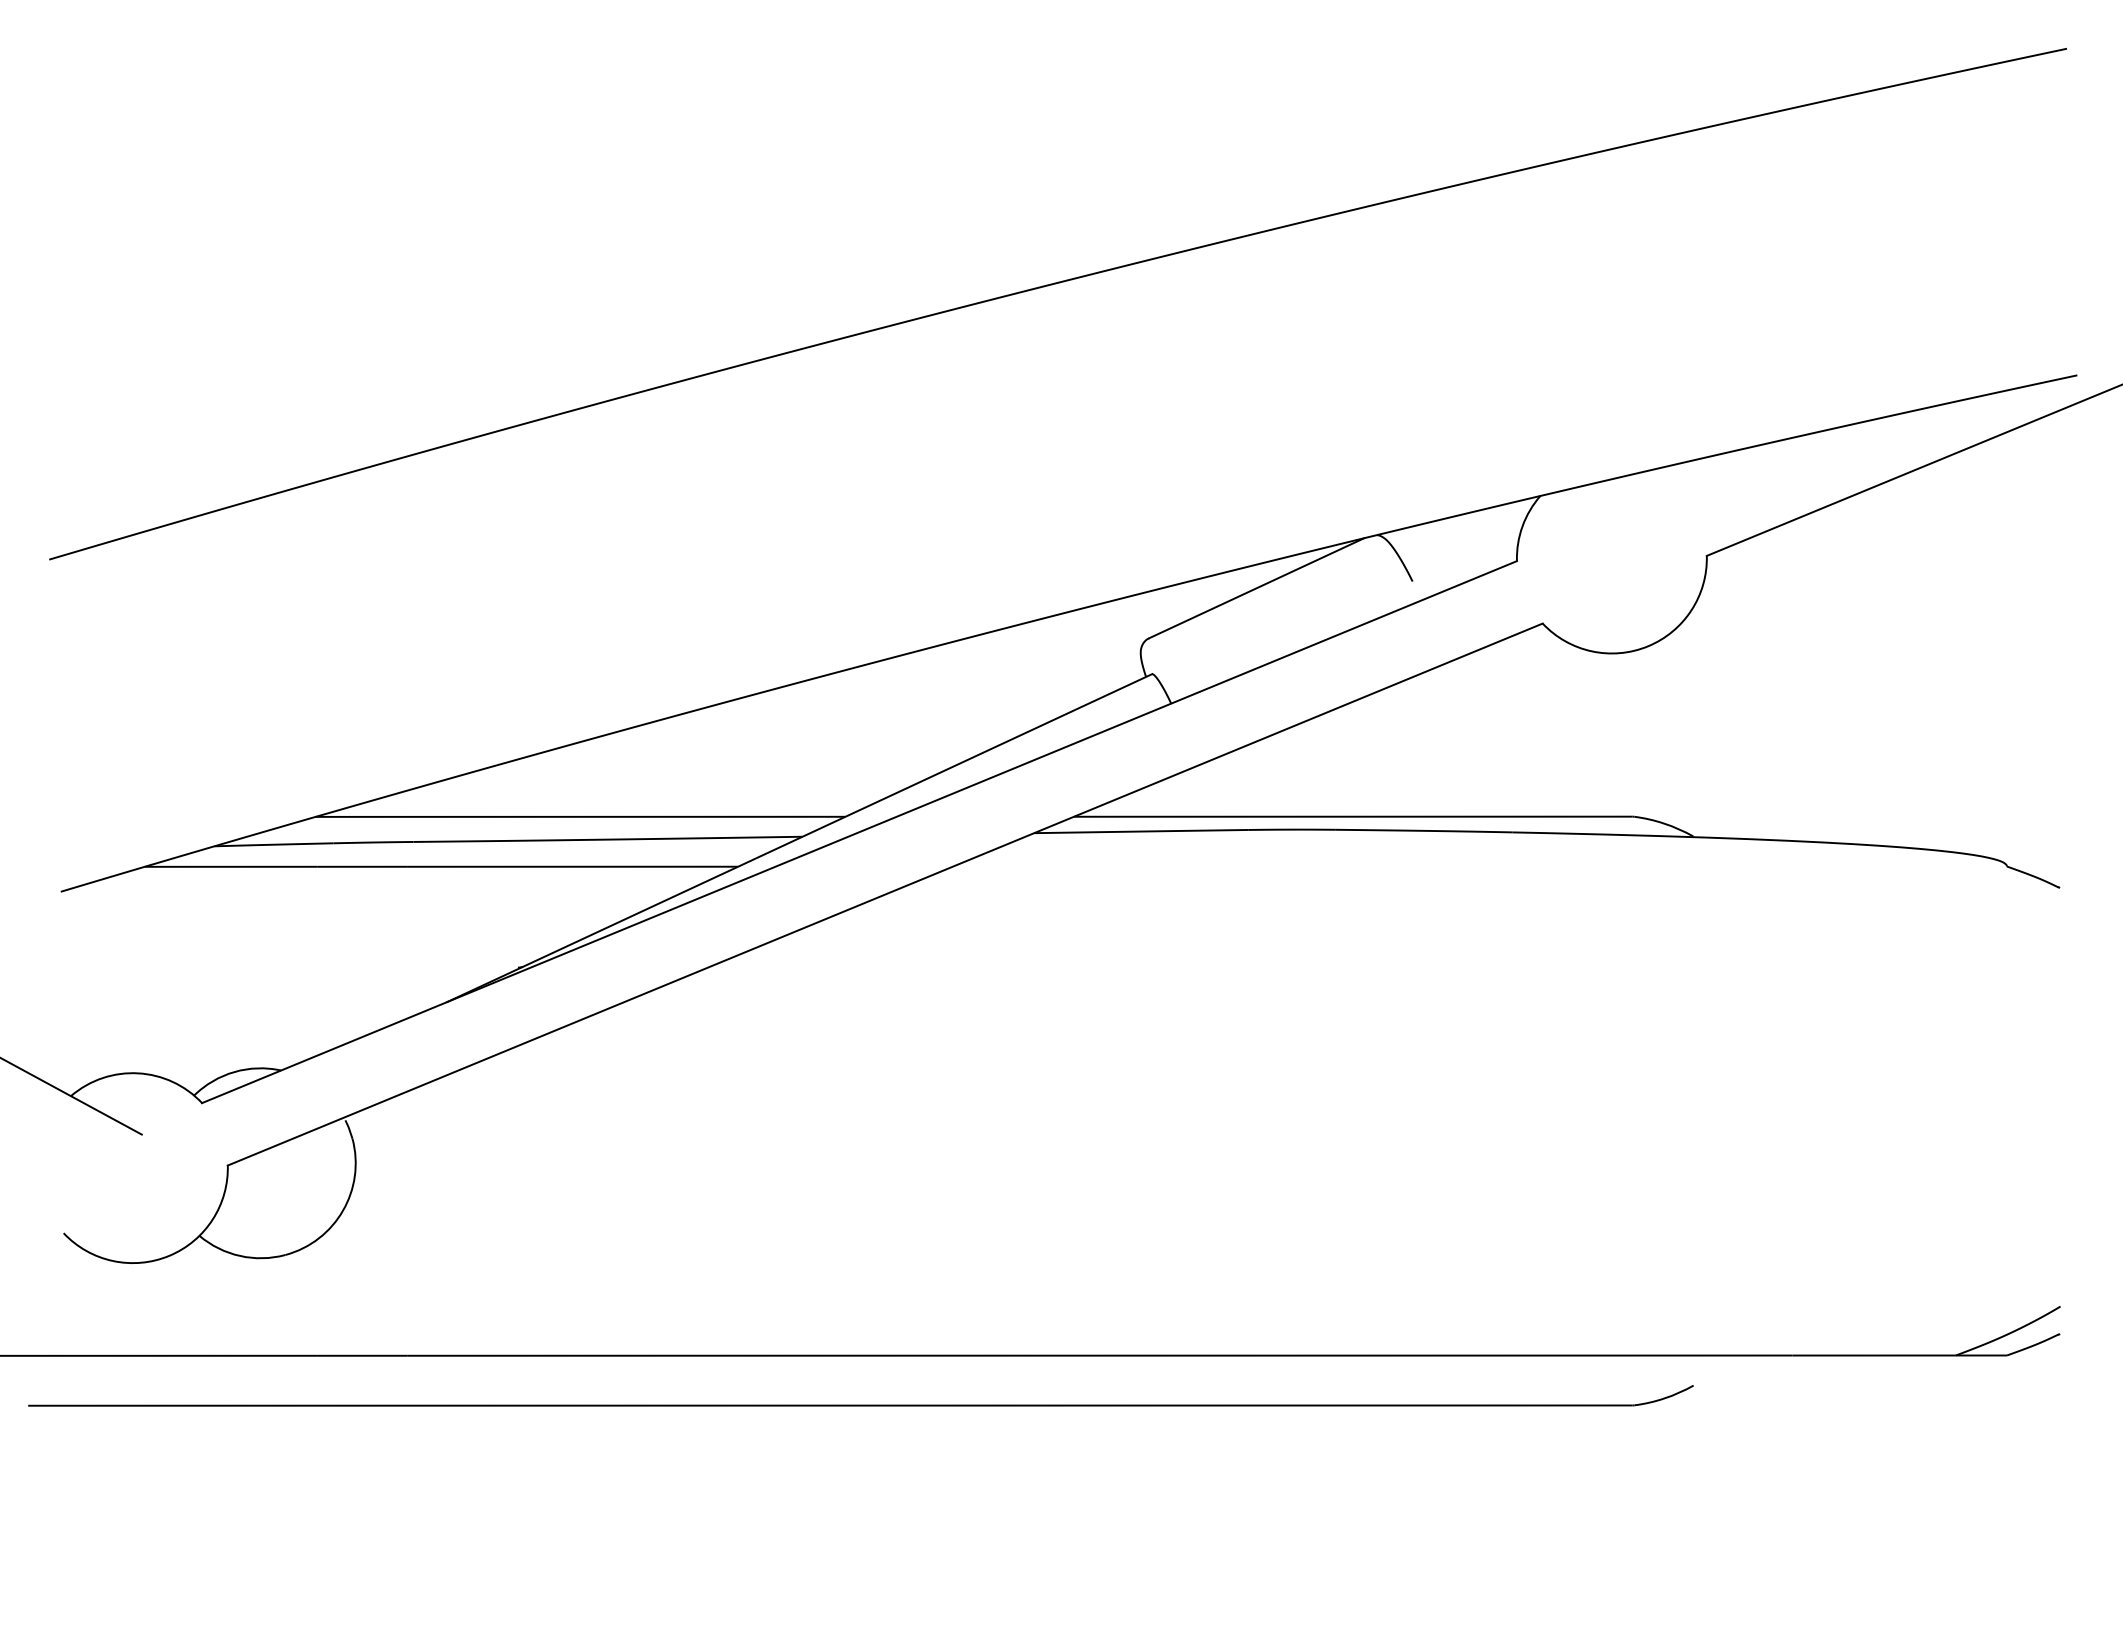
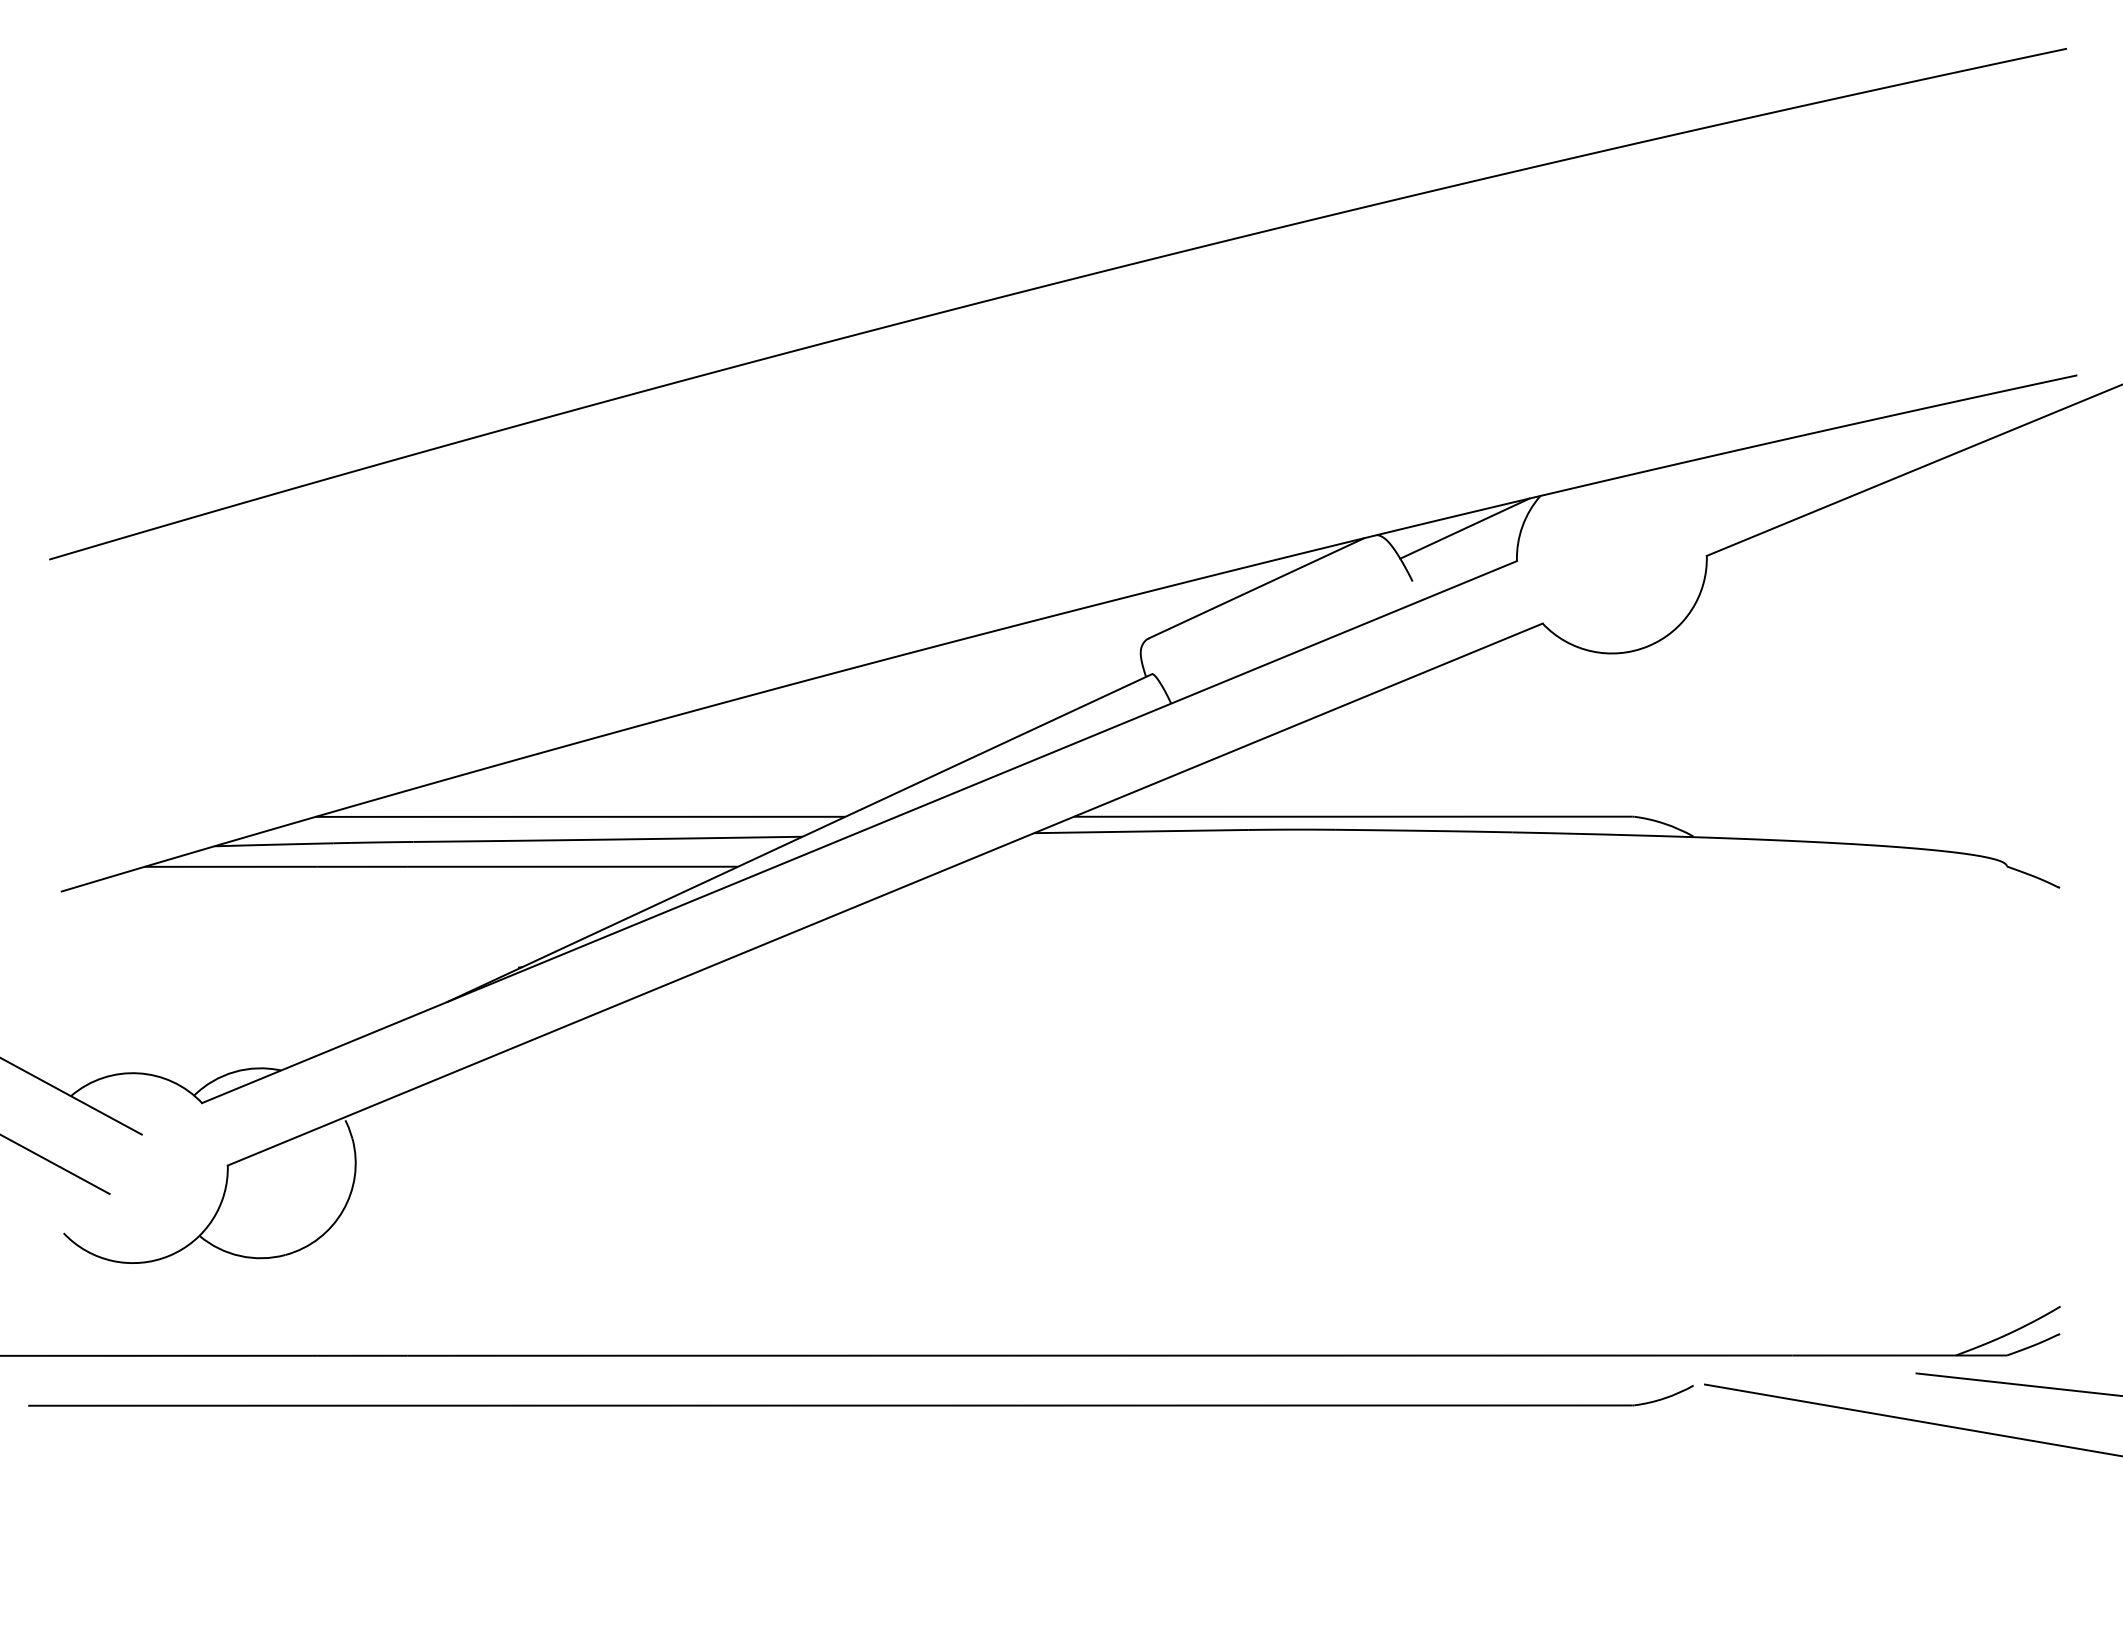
line at (1464, 528): none -> present
line at (55, 1164): none -> present
line at (2017, 1384): none -> present
line at (1912, 1419): none -> present
